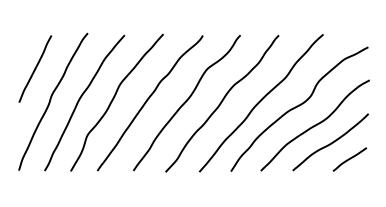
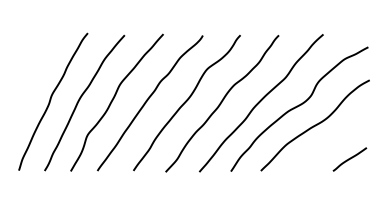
line at (35, 68): present -> none
curve at (331, 142): present -> none
